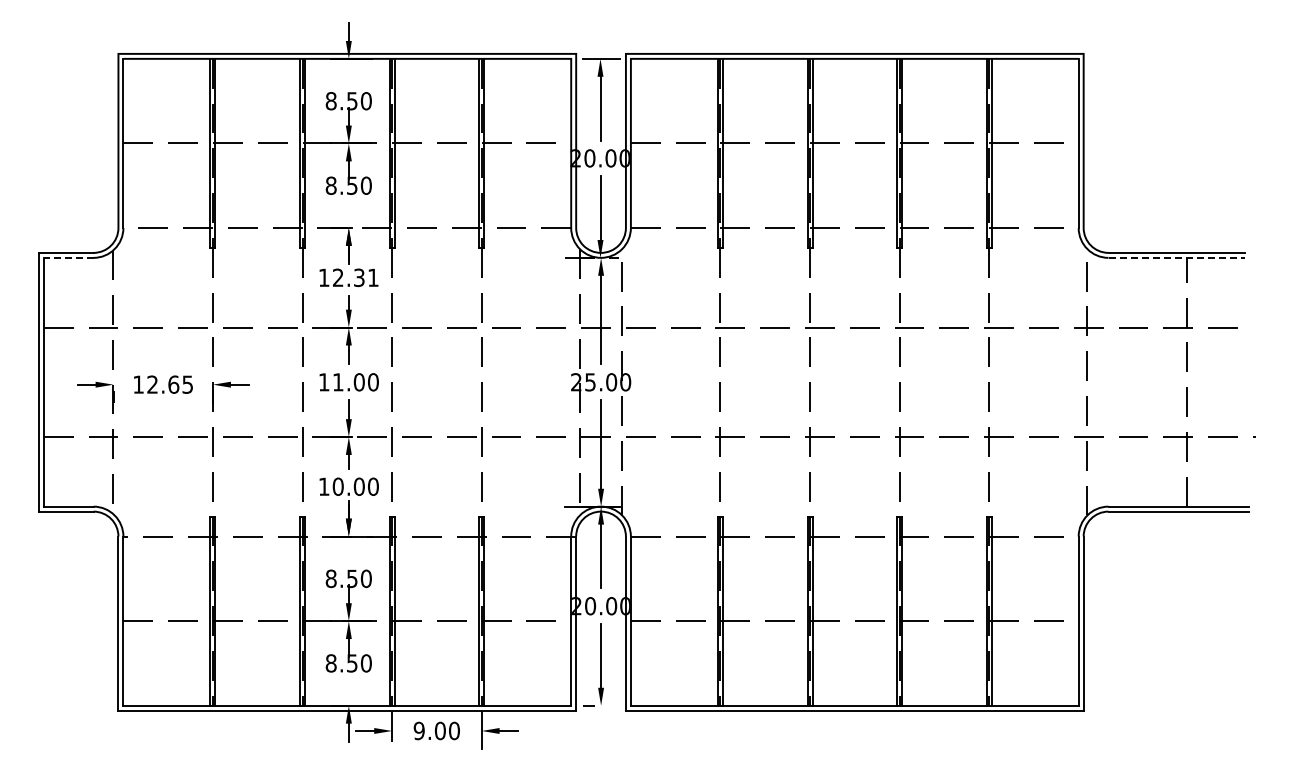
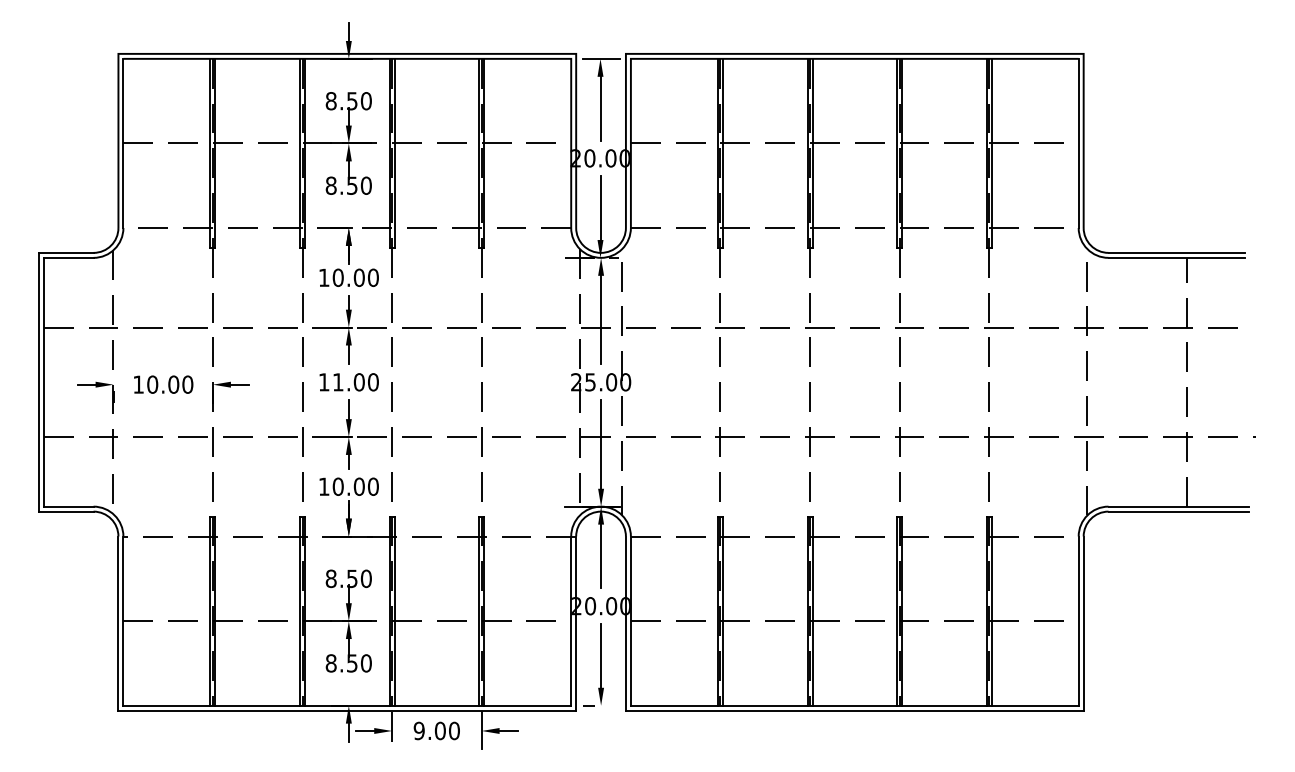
line at (68, 257): dashed -> solid
line at (1177, 257): dashed -> solid
text at (355, 277): 12.31 -> 10.00
text at (170, 384): 12.65 -> 10.00
